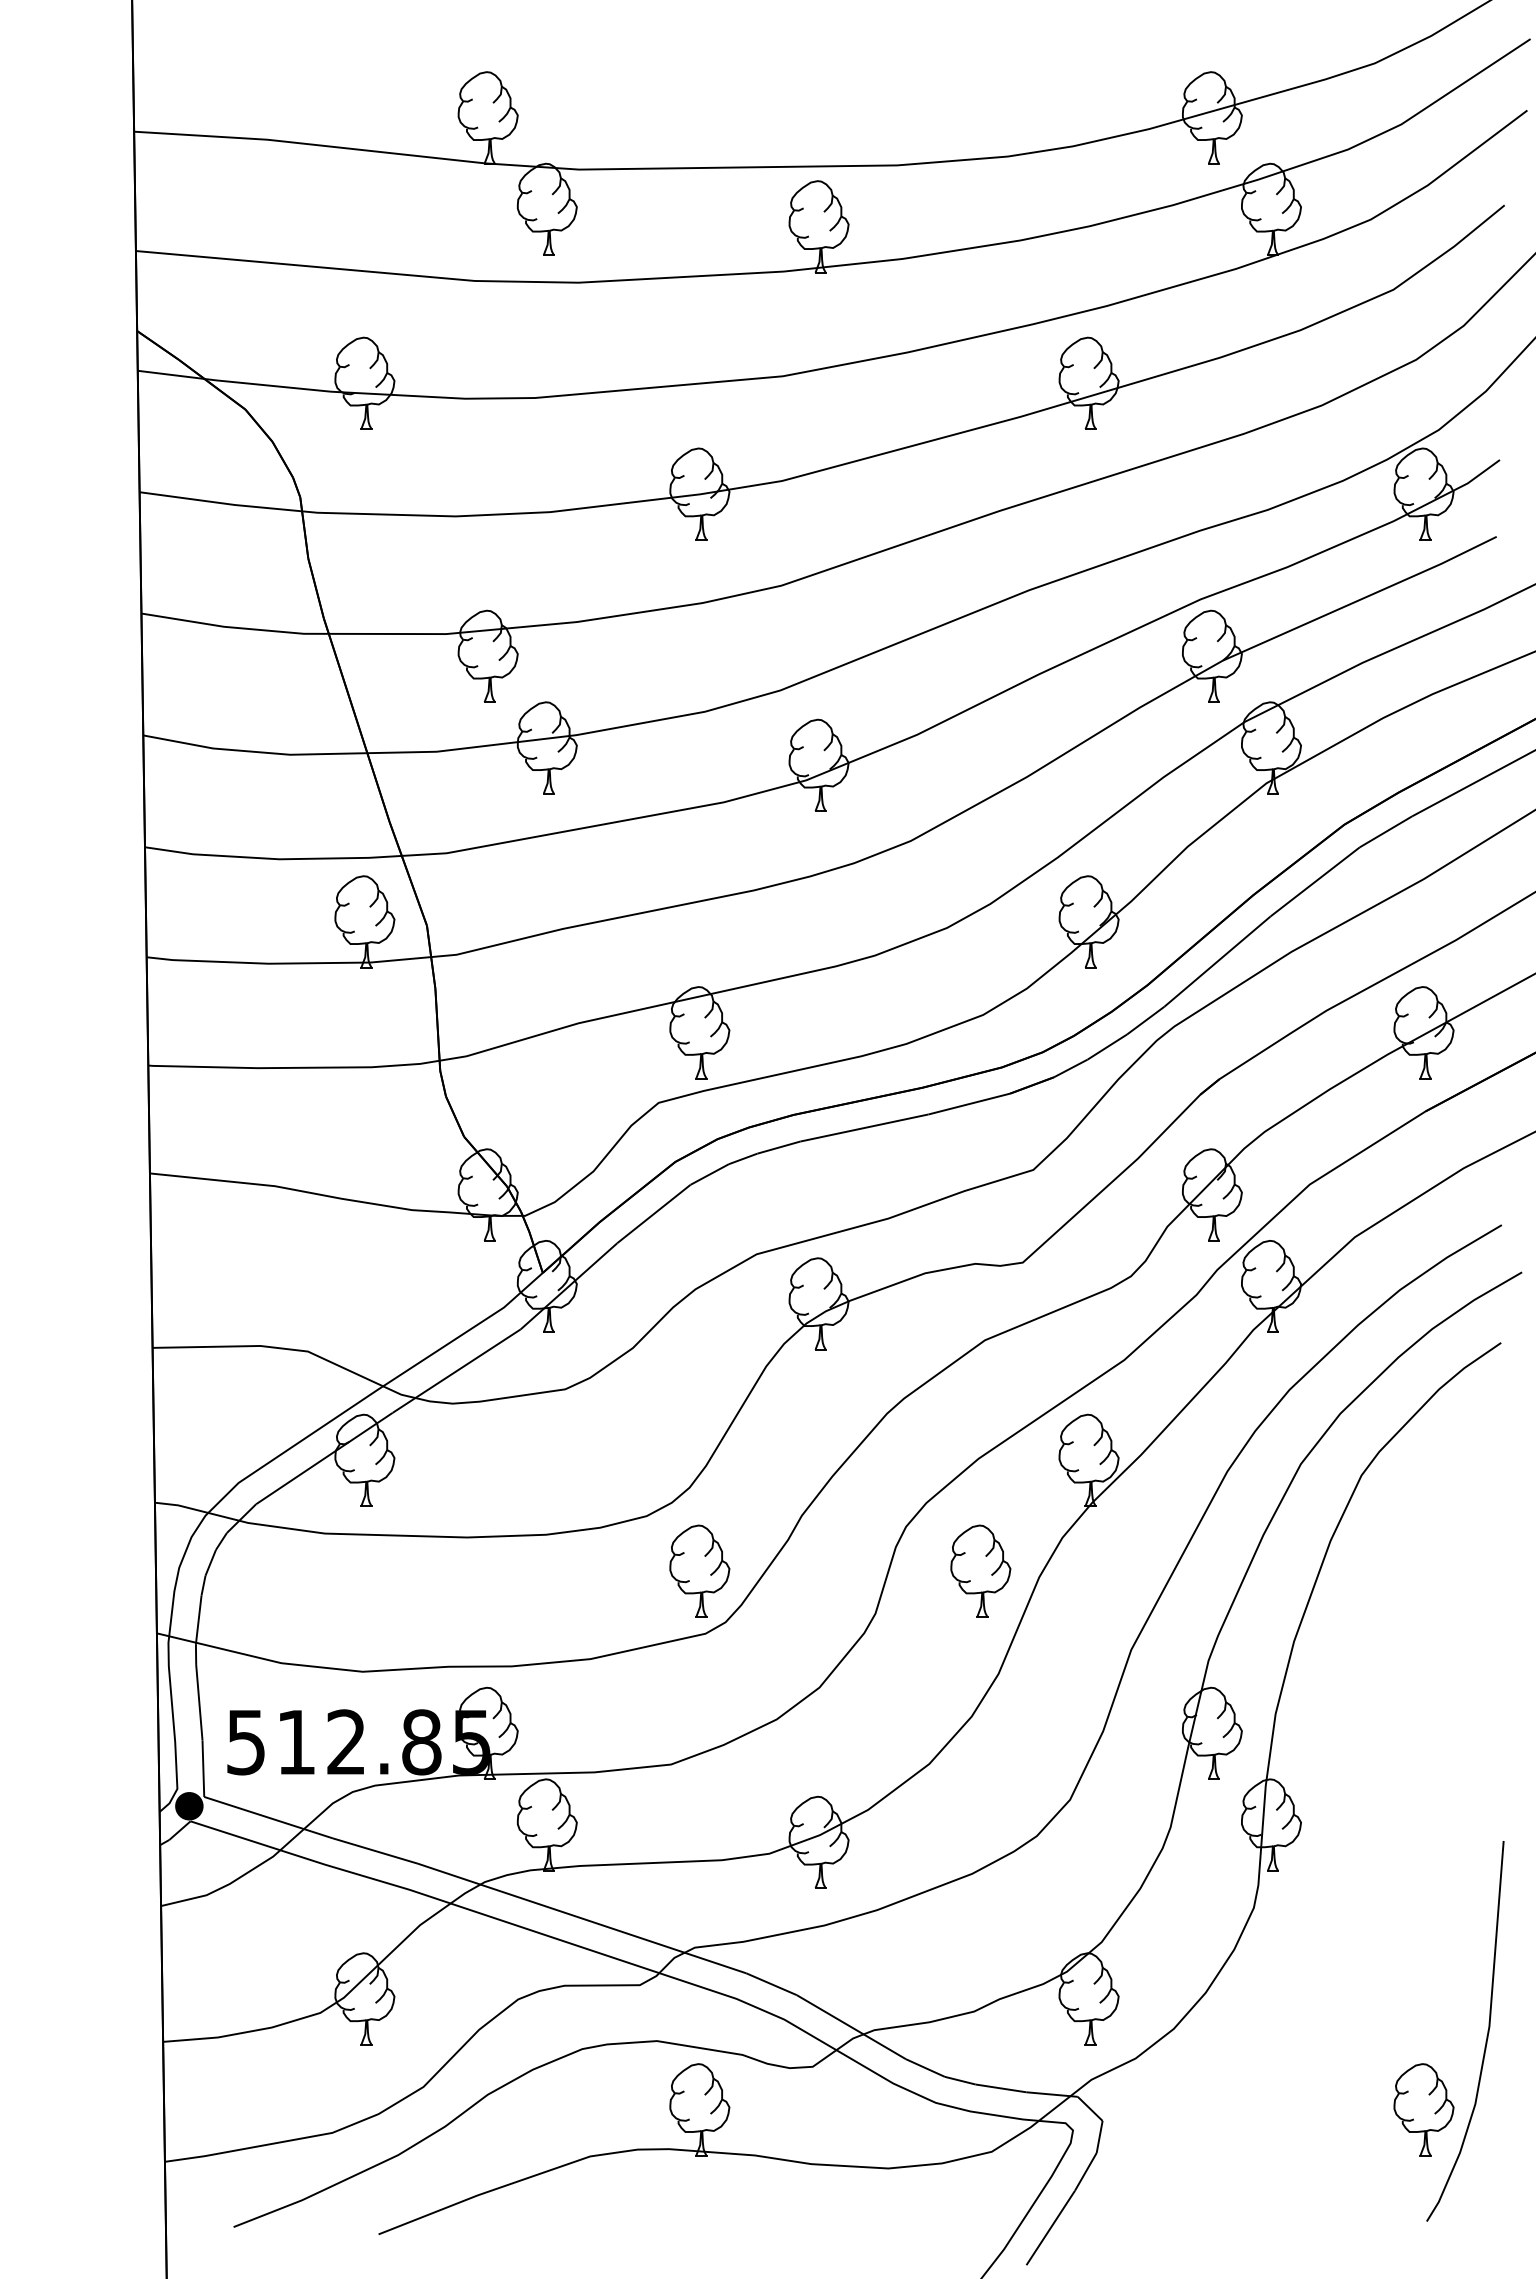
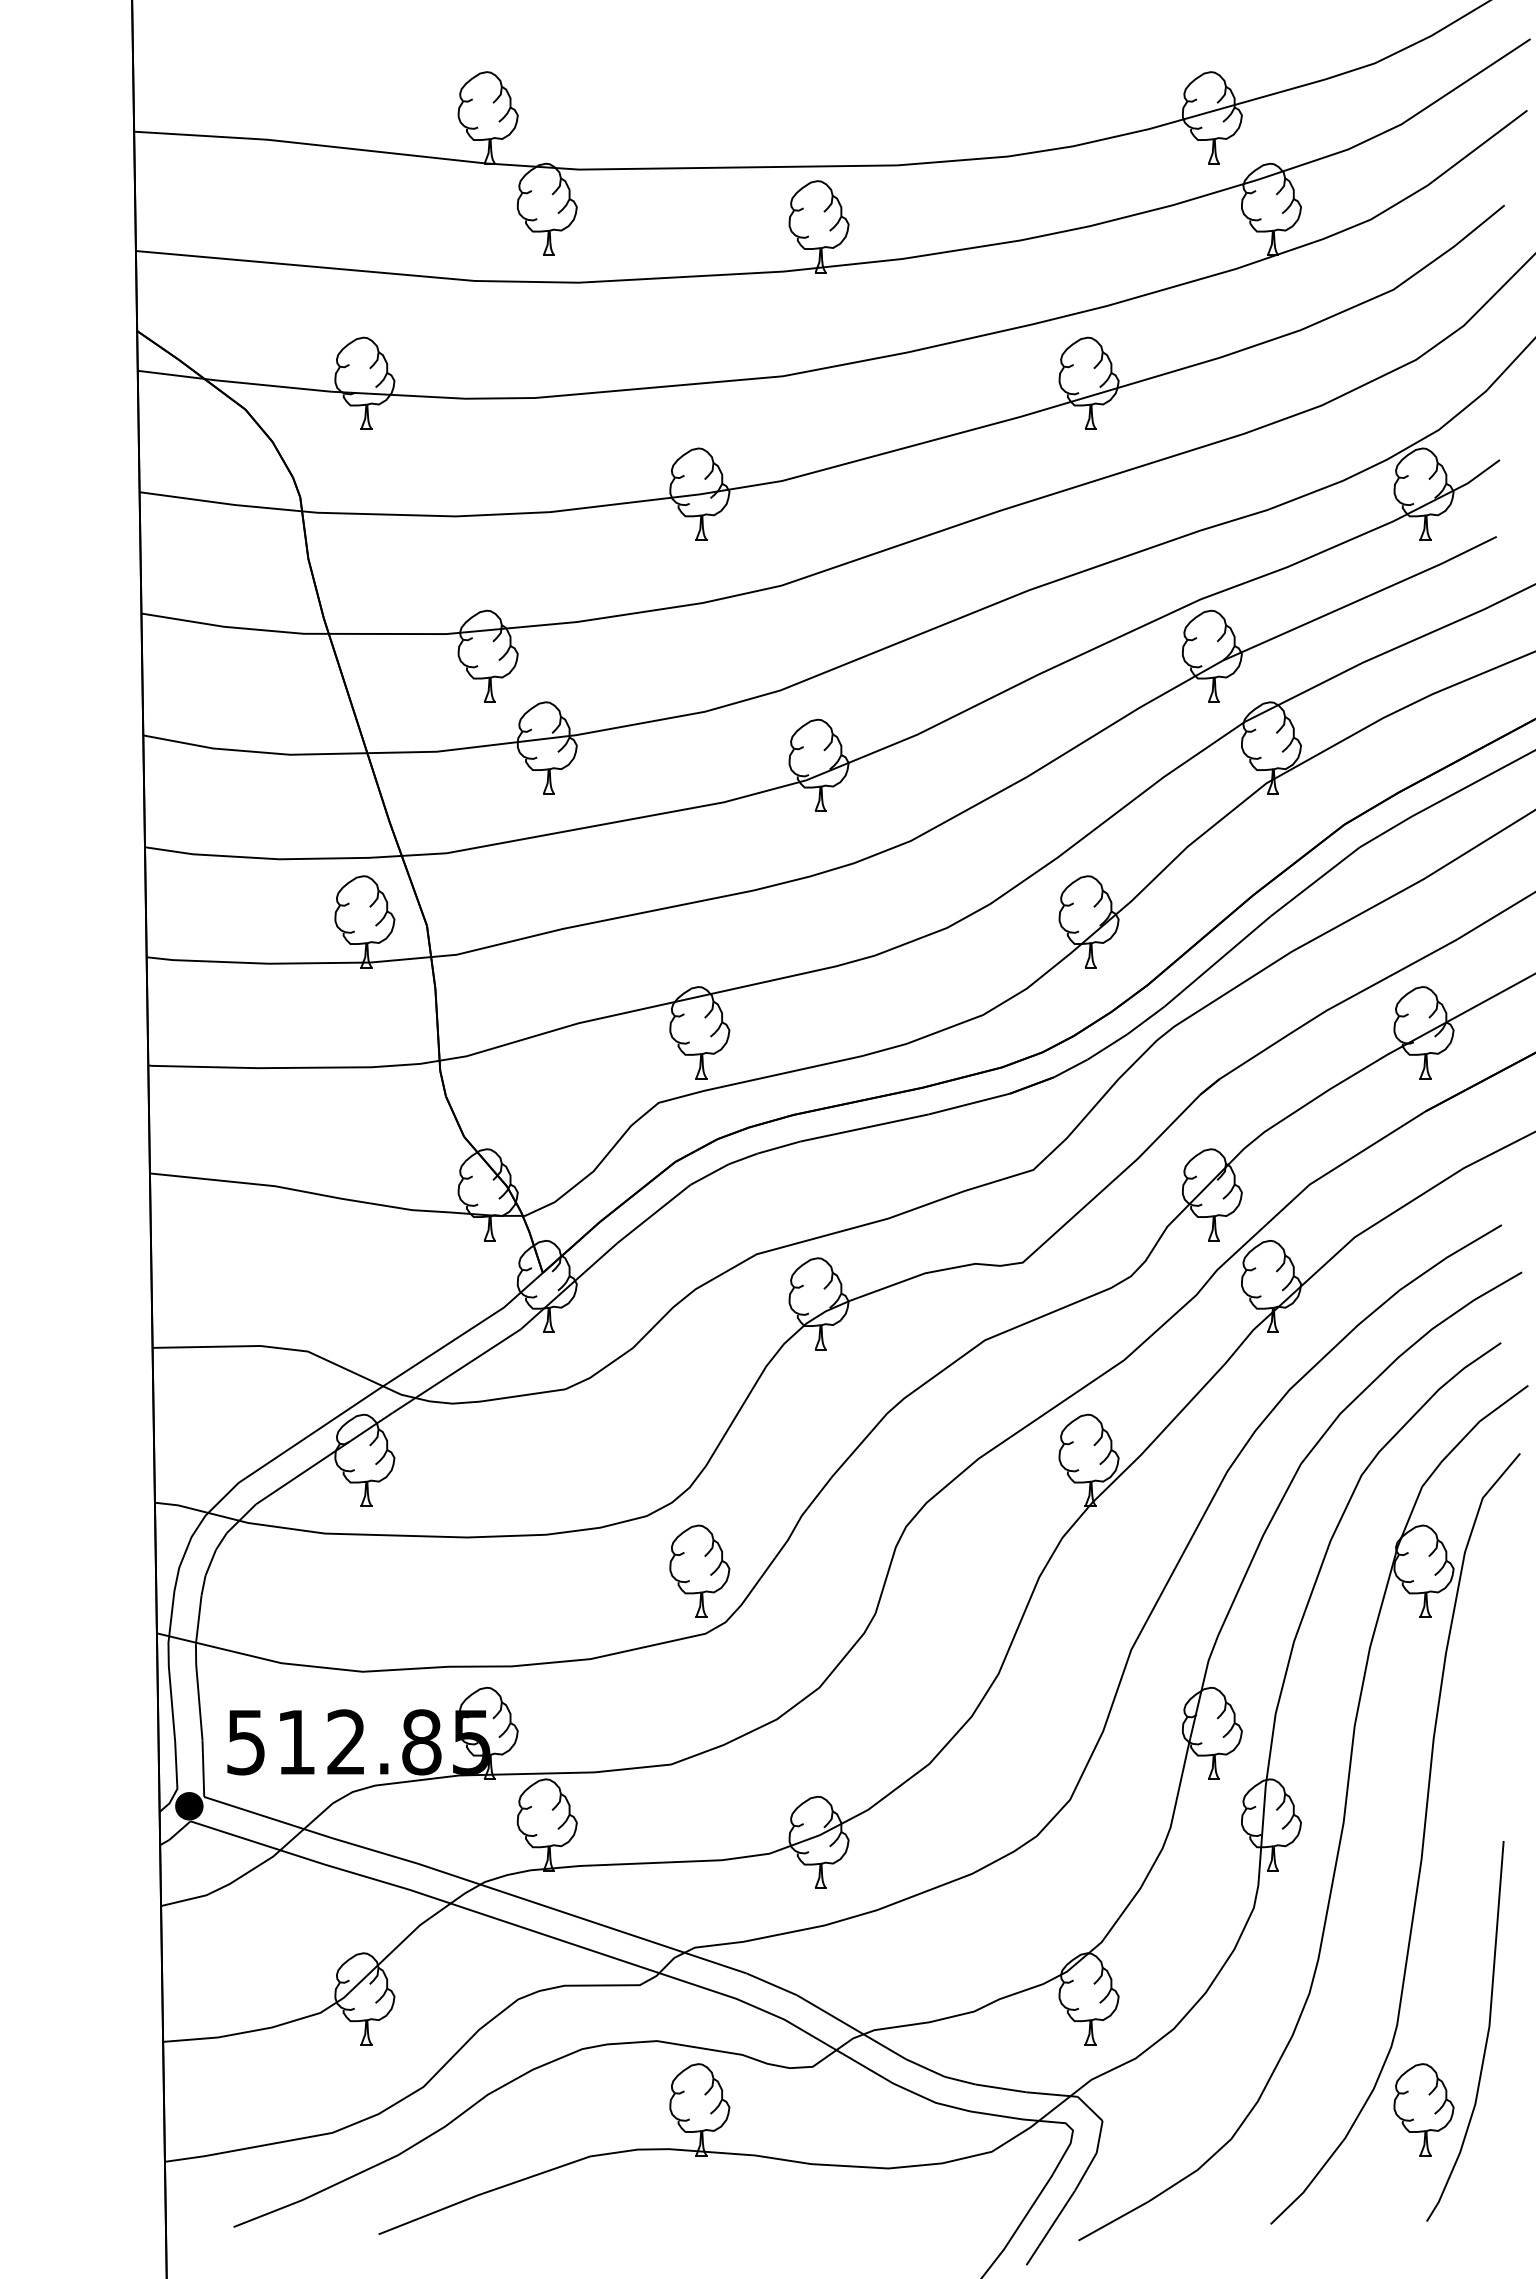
part at (980, 1570): present -> none
part at (1342, 1821): none -> present
